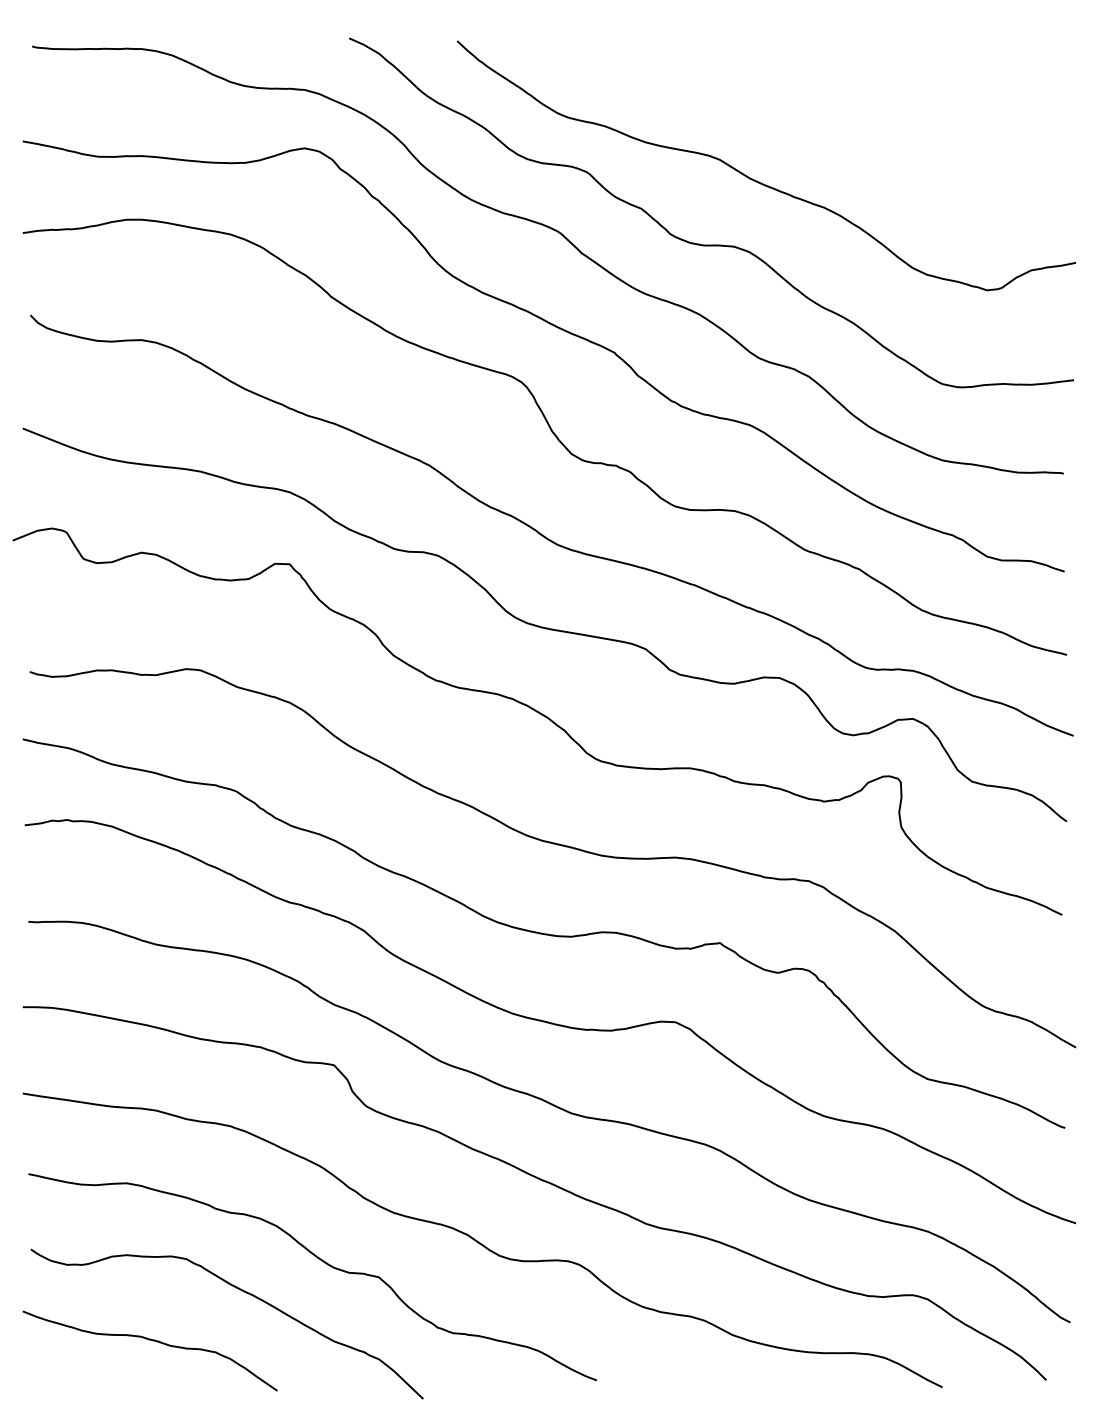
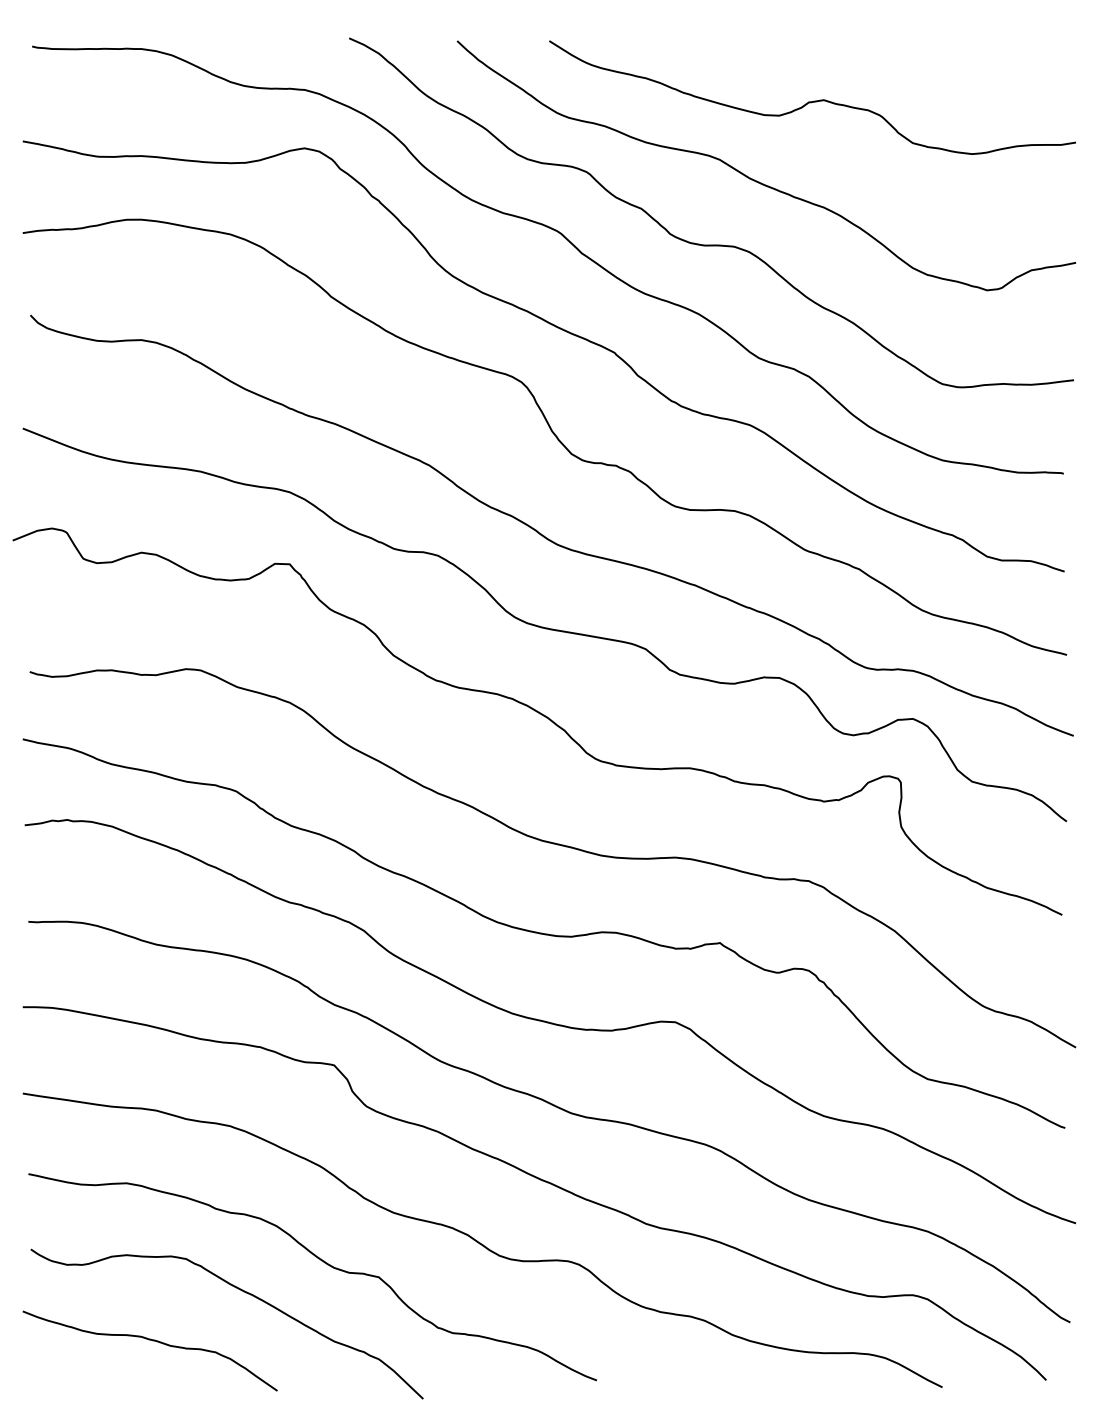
curve at (814, 100): none -> present
